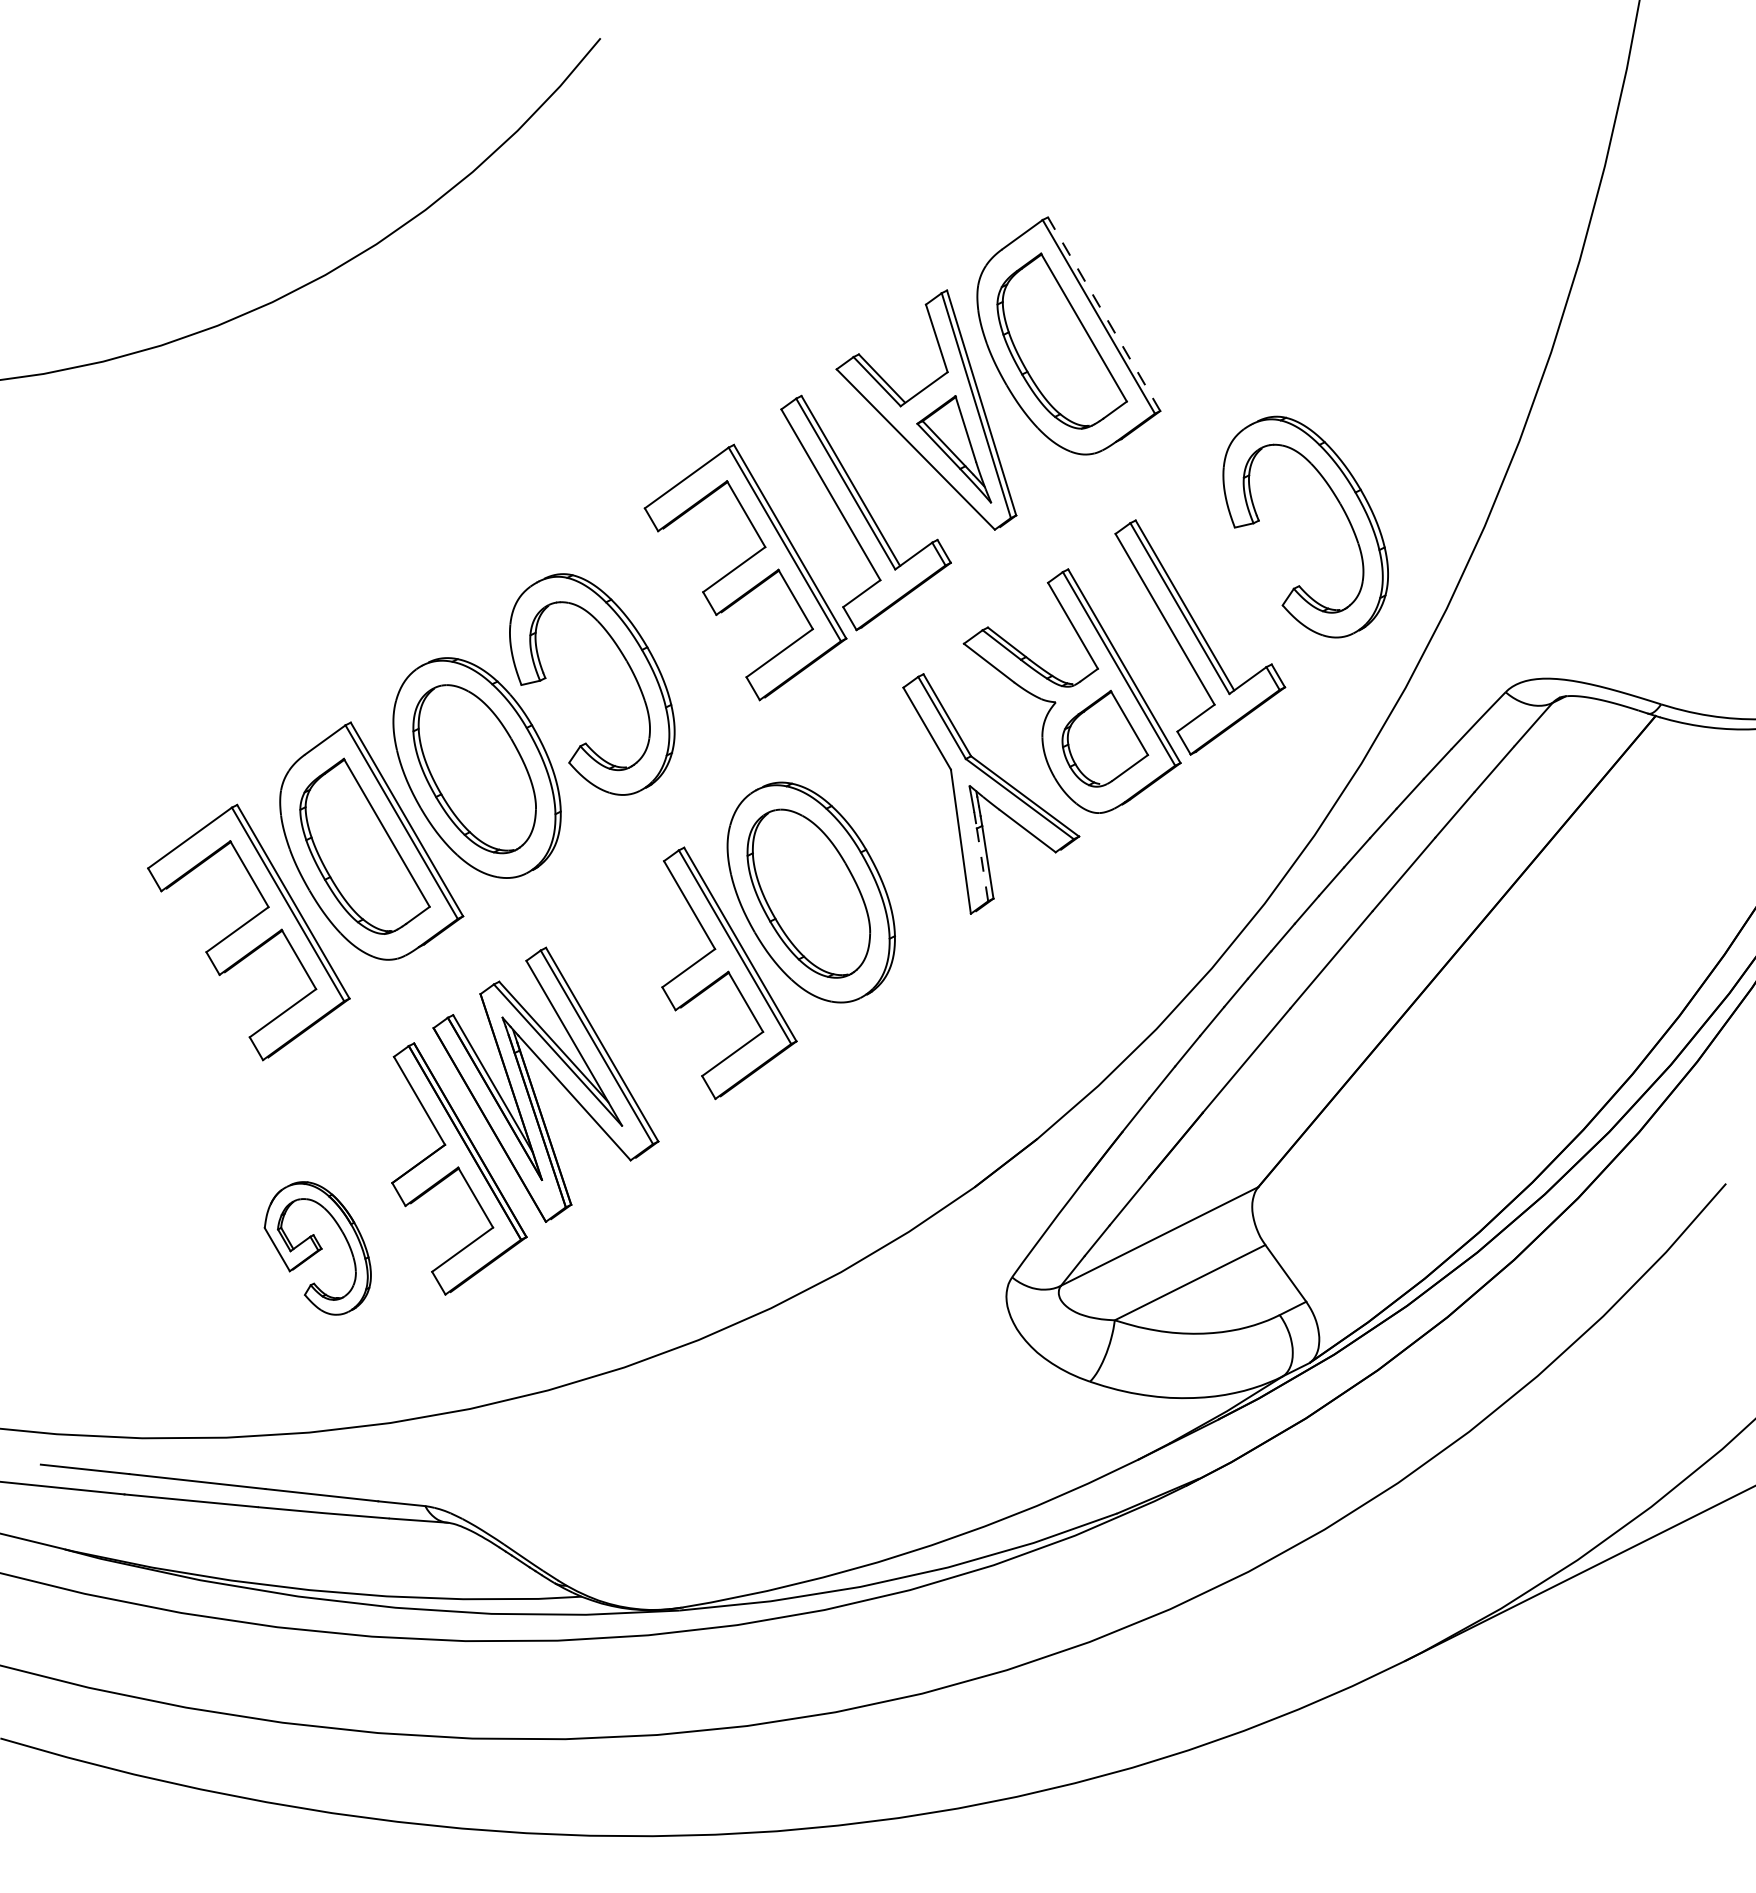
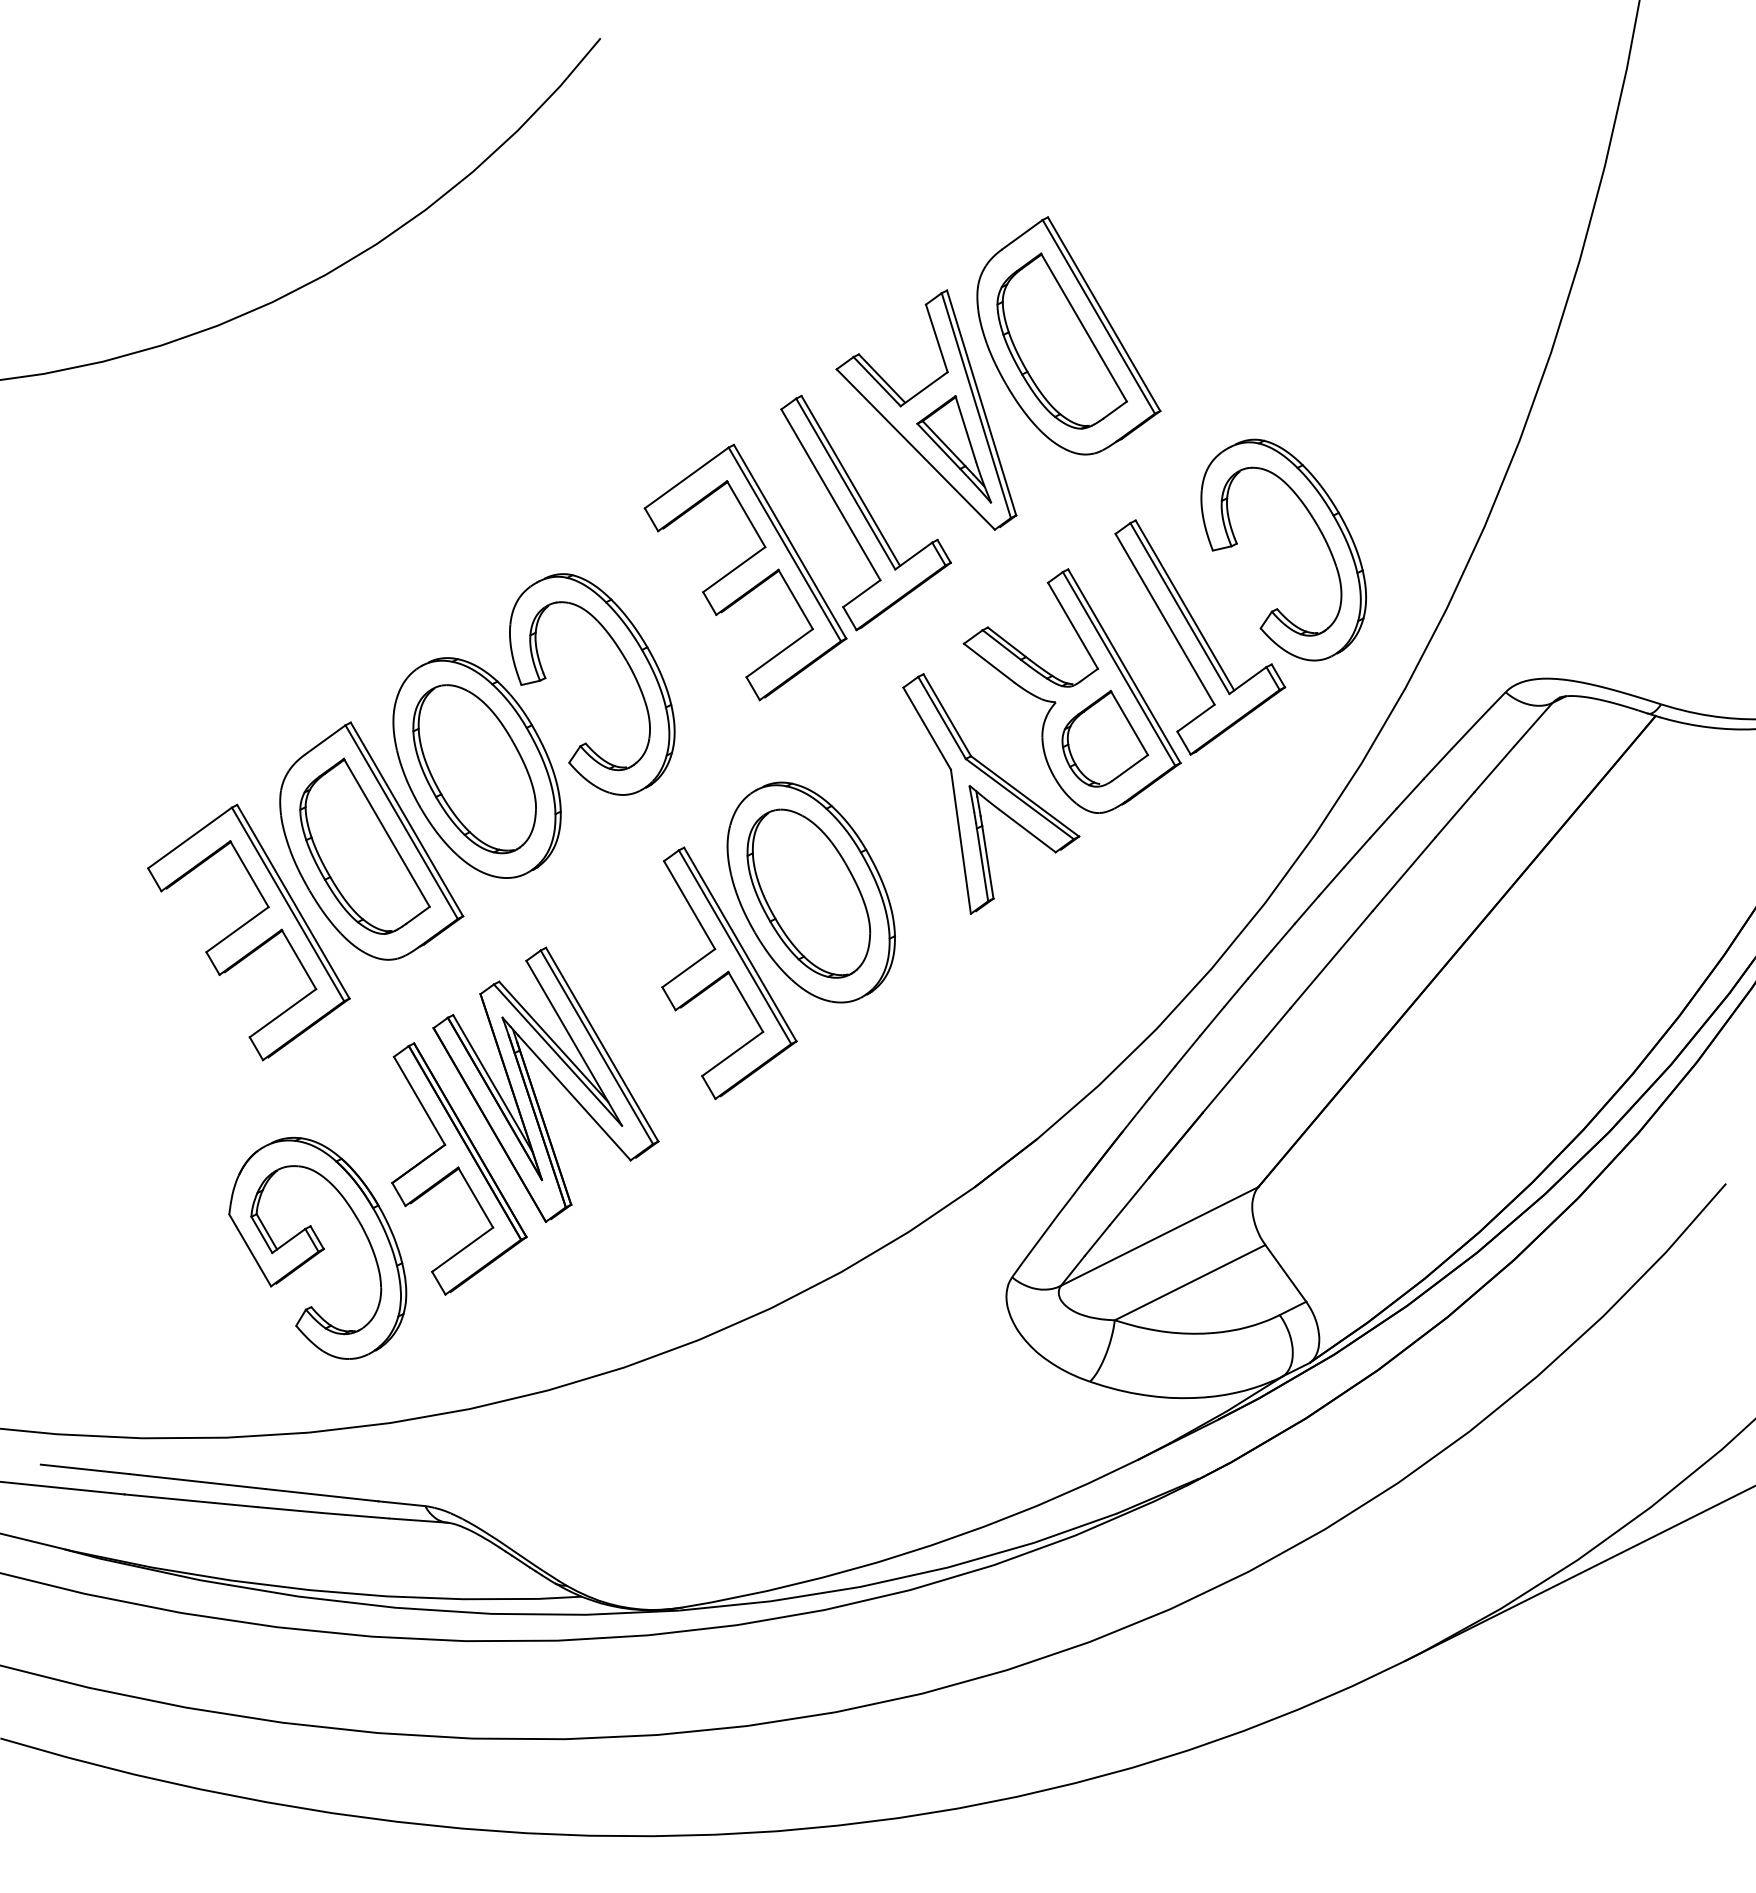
line at (1104, 314): dashed -> solid
part at (1341, 508) position: (1341, 508) -> (1319, 531)
line at (982, 862): dashed -> solid
part at (317, 1248) size: 109x135 px -> 180x223 px
